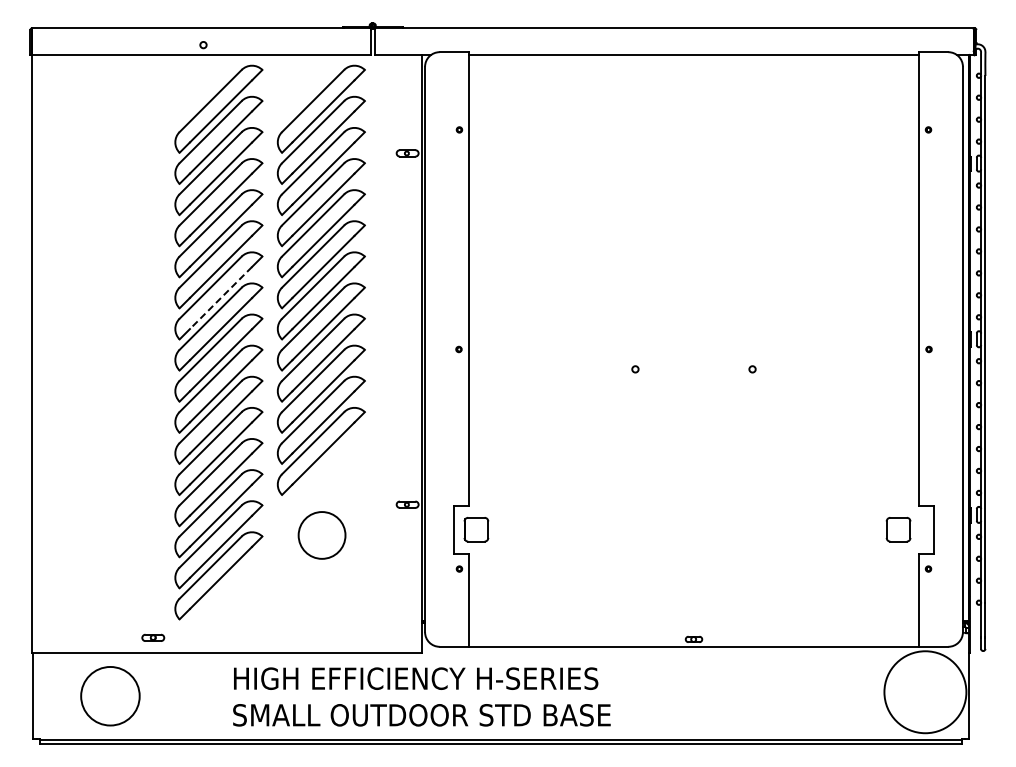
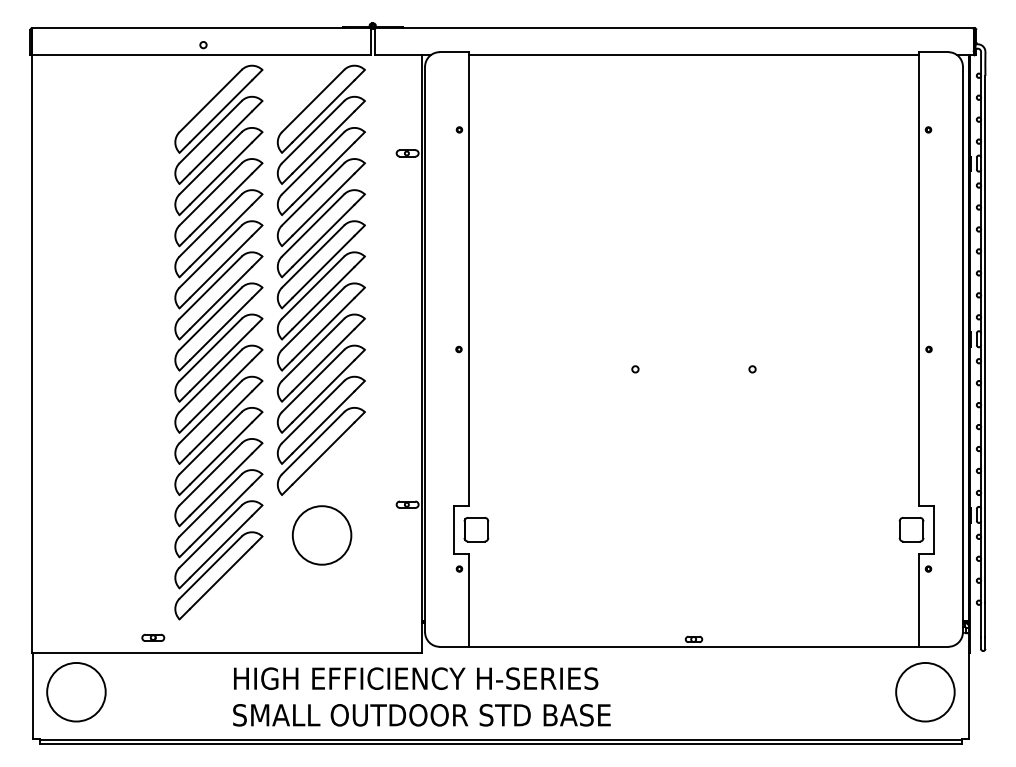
line at (221, 298): dashed -> solid
part at (898, 529) position: (898, 529) -> (911, 529)
circle at (321, 535) diameter: 47 px -> 59 px
circle at (925, 692) diameter: 82 px -> 59 px
circle at (110, 696) position: (110, 696) -> (76, 692)
